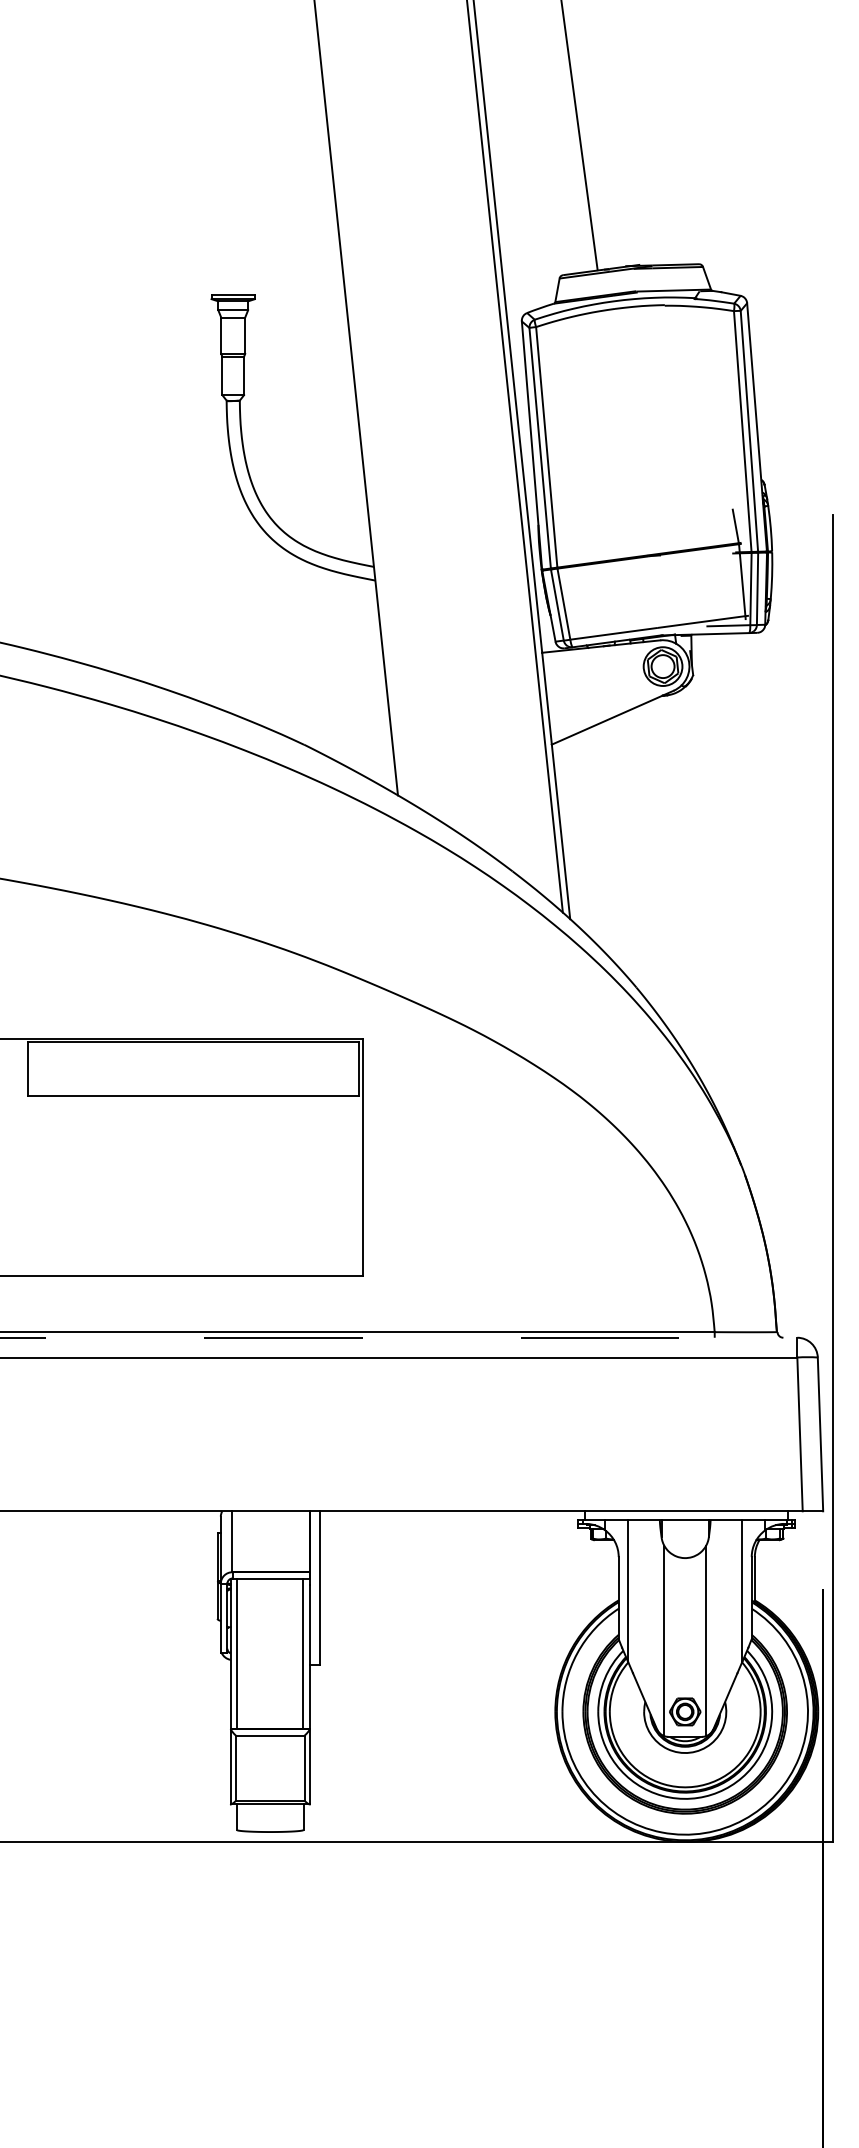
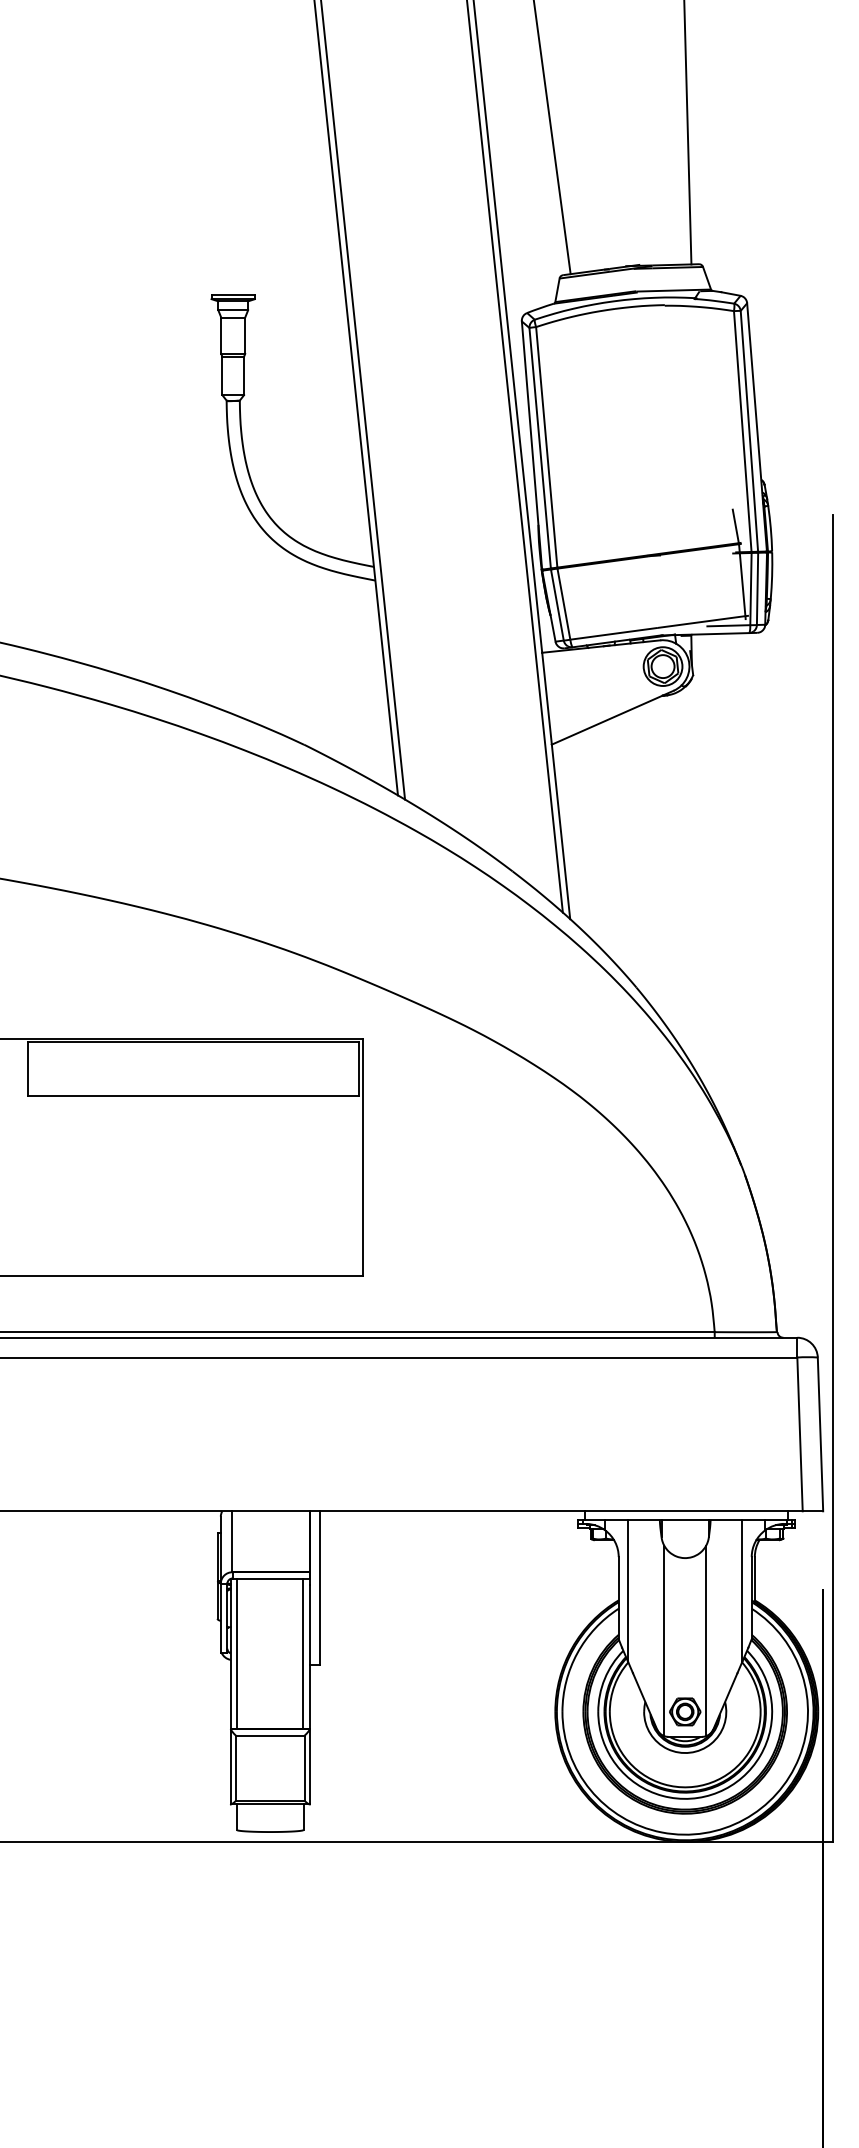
line at (687, 133): none -> present
line at (579, 136) position: (579, 136) -> (552, 138)
line at (363, 400): none -> present
line at (399, 1337): dashed -> solid
